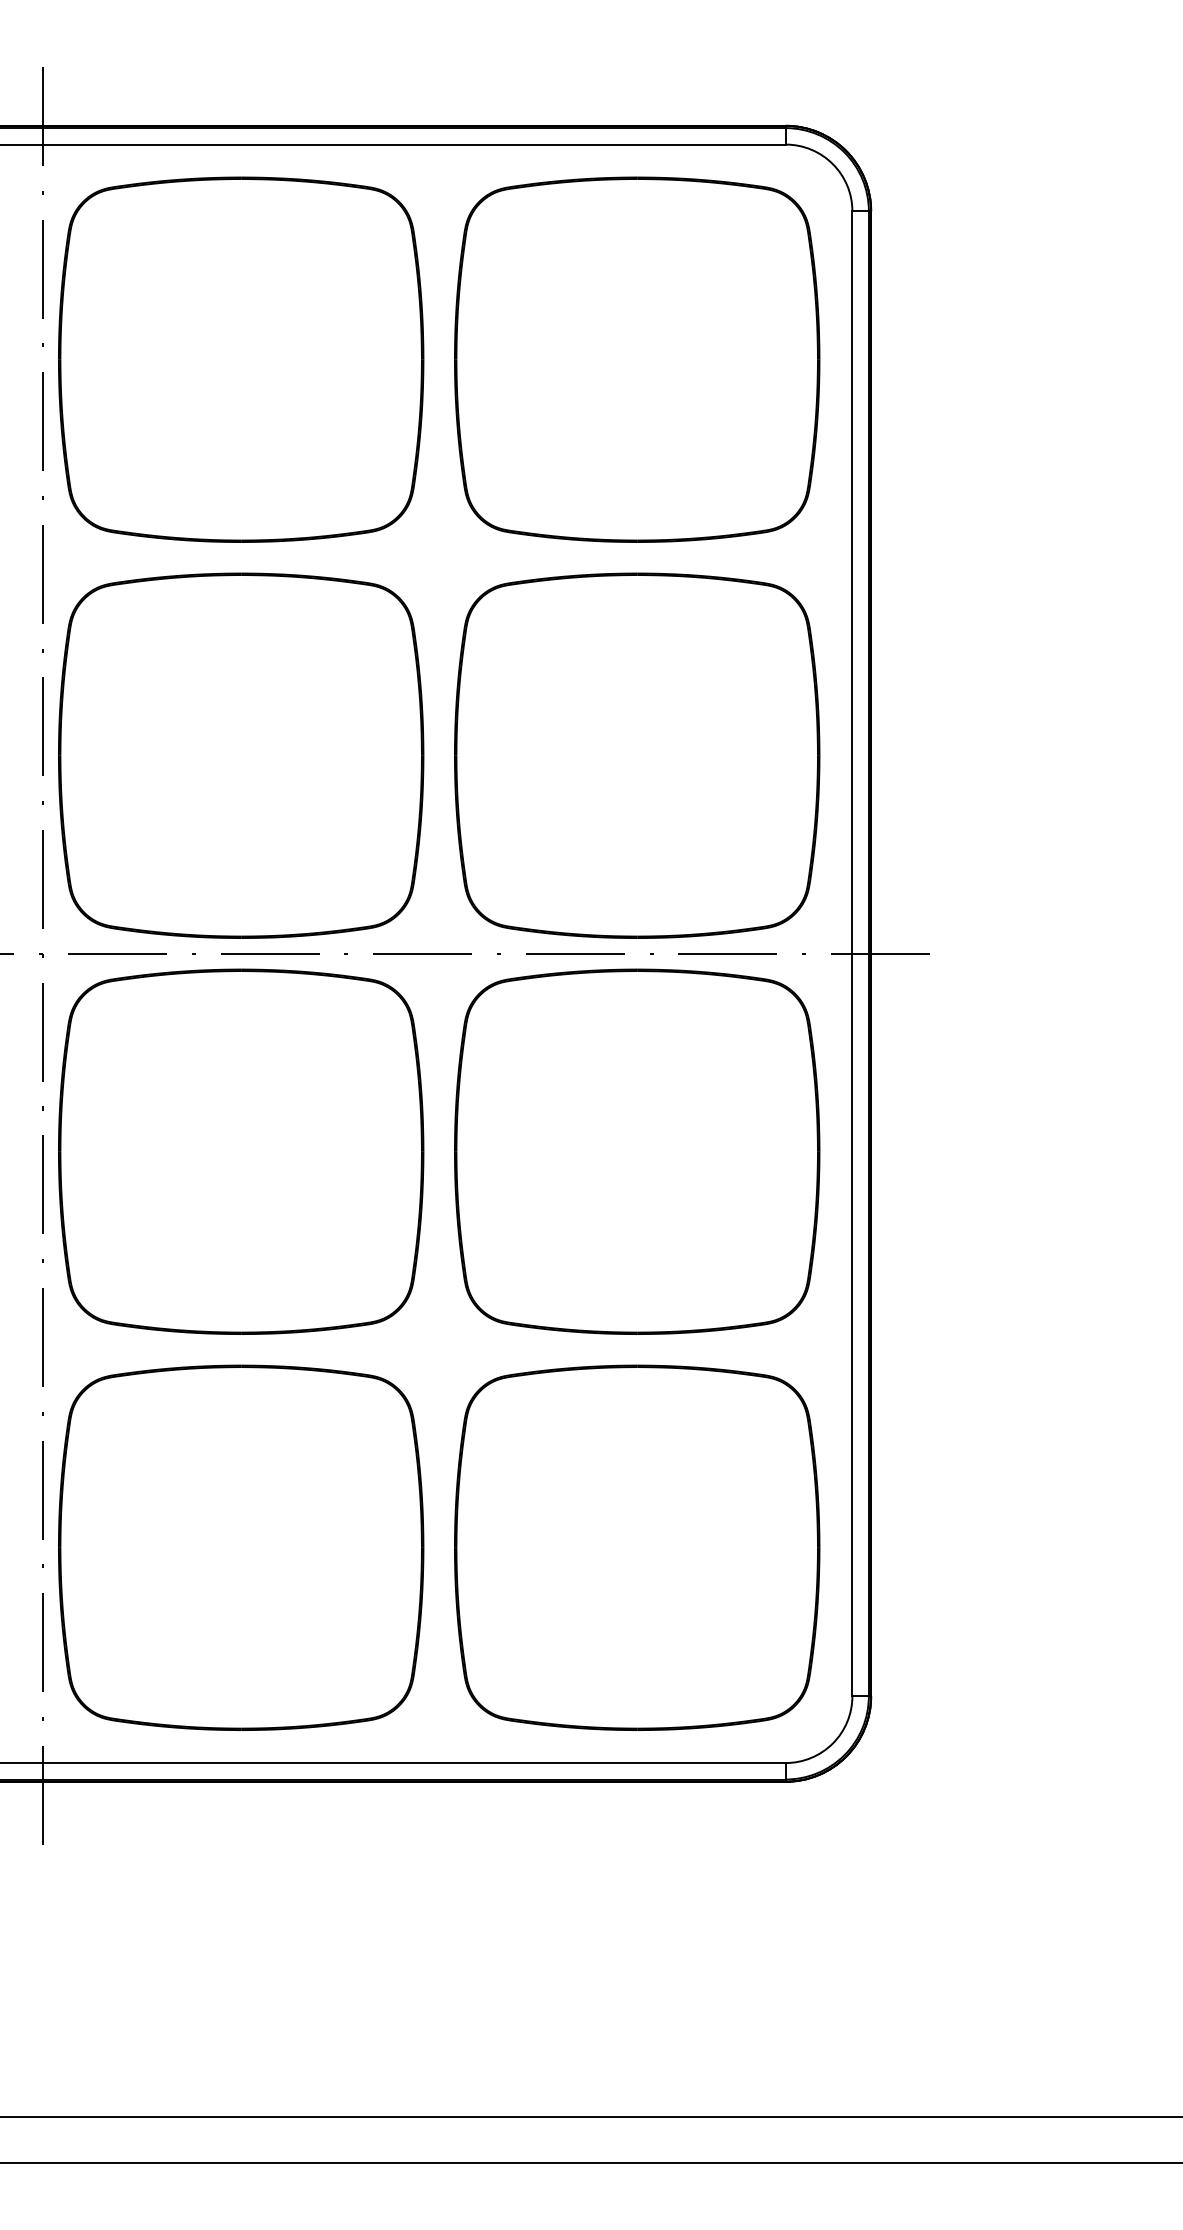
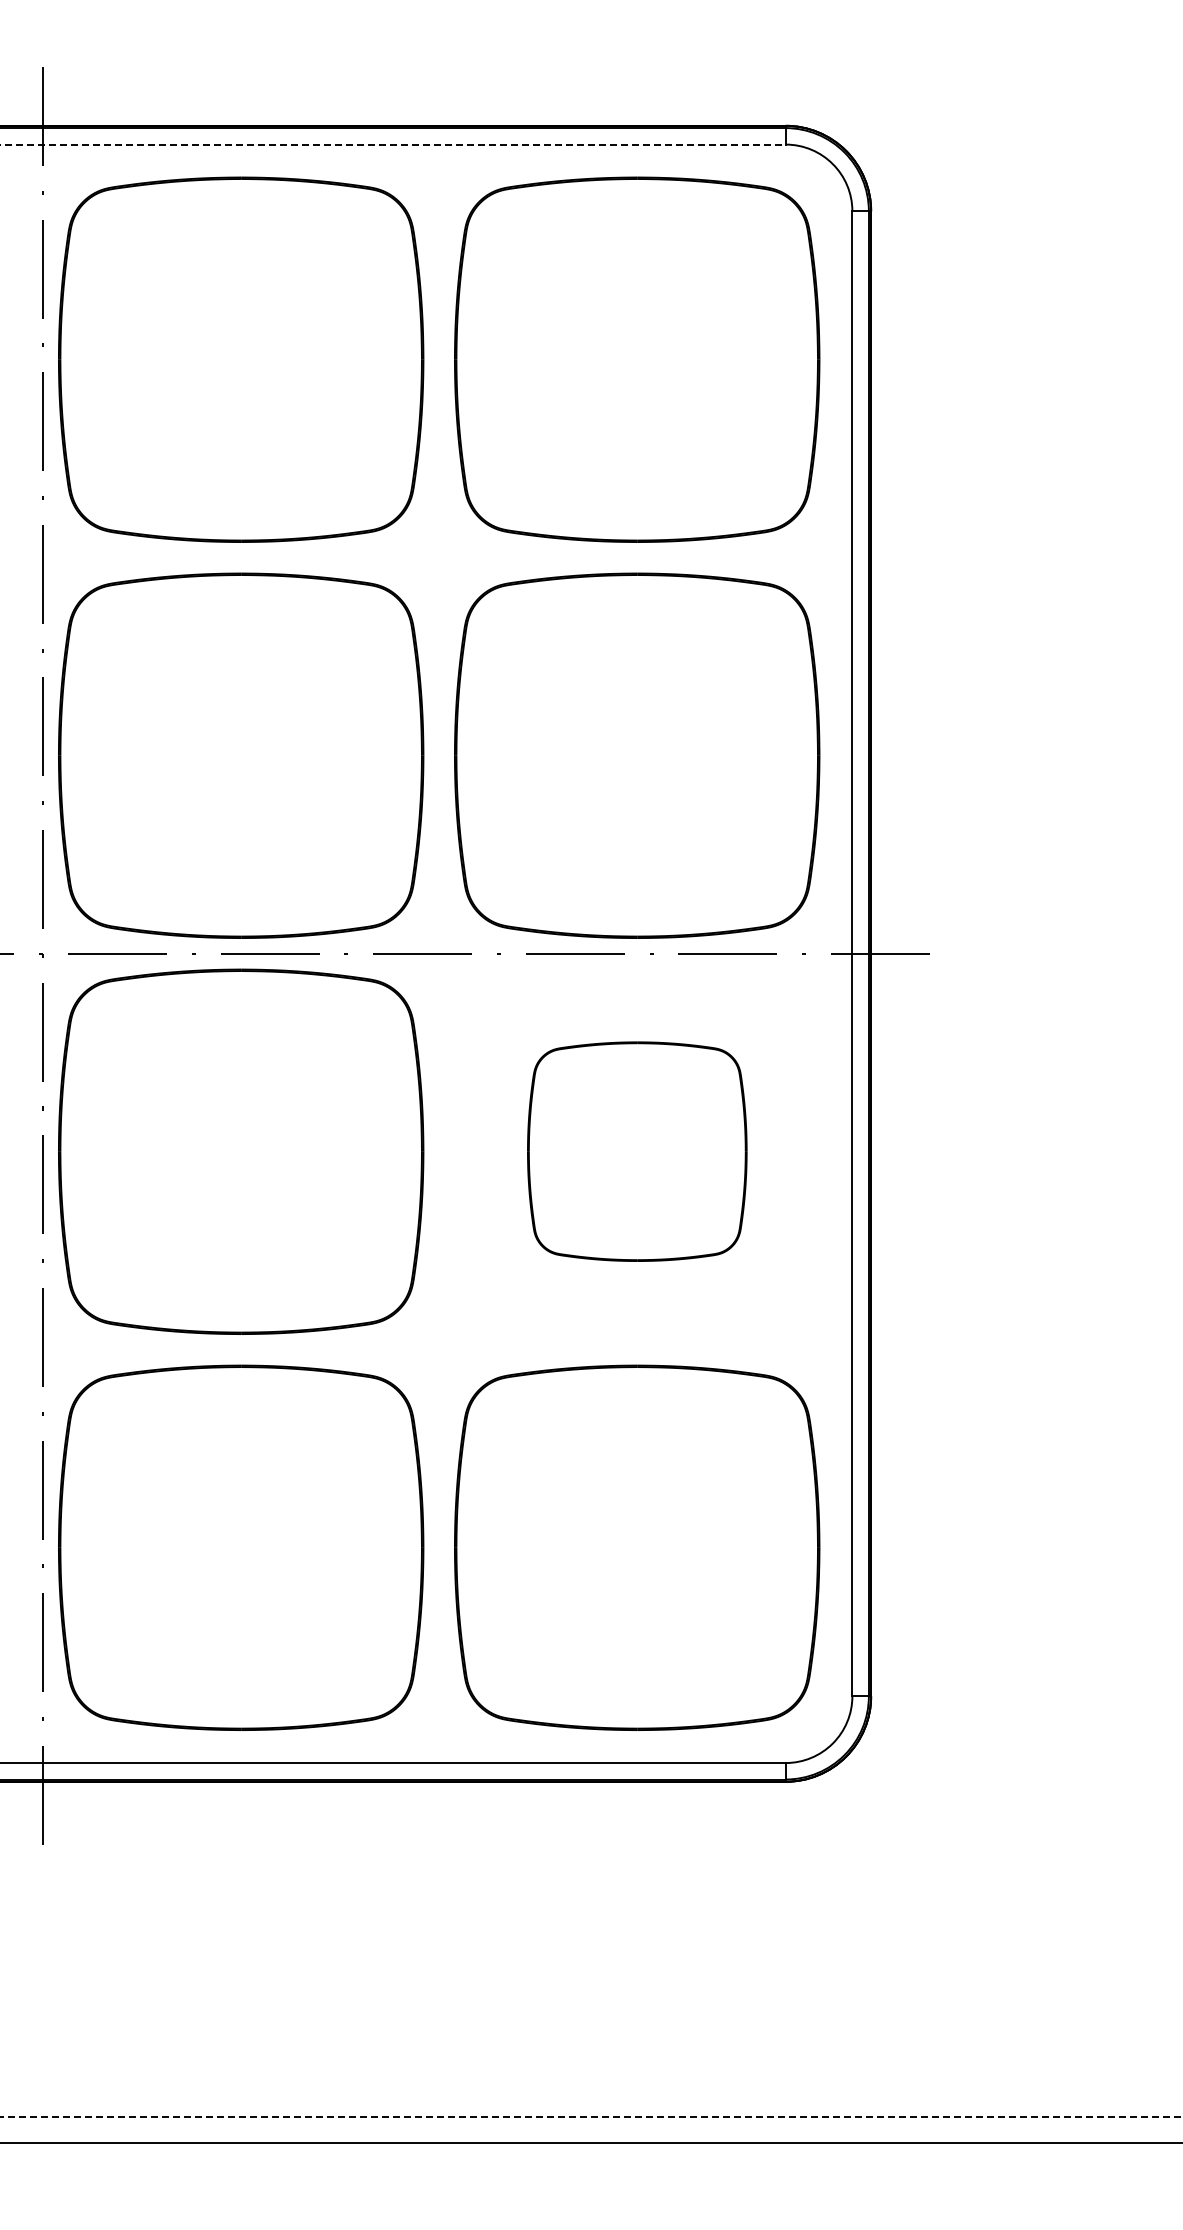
line at (392, 144): solid -> dashed
part at (637, 1151) size: 367x367 px -> 221x221 px
line at (591, 2116): solid -> dashed
line at (590, 2163) position: (590, 2163) -> (590, 2143)
